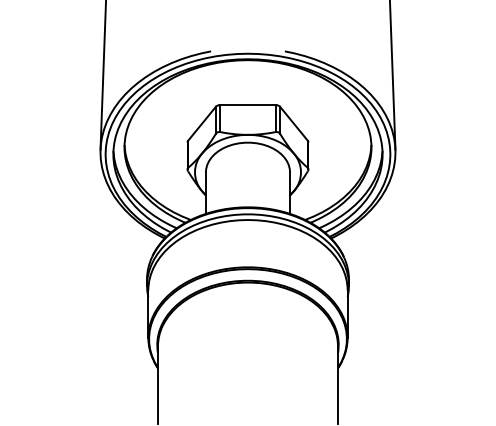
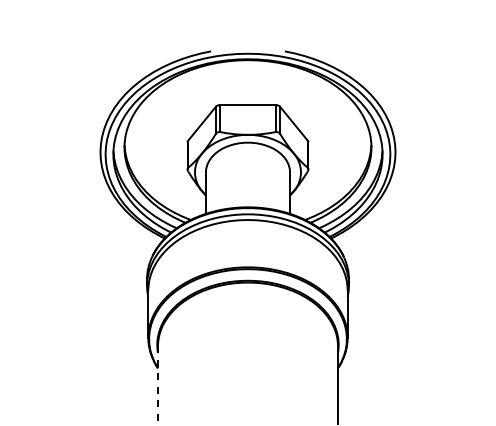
line at (102, 75): present -> none
line at (392, 75): present -> none
line at (158, 384): solid -> dashed
